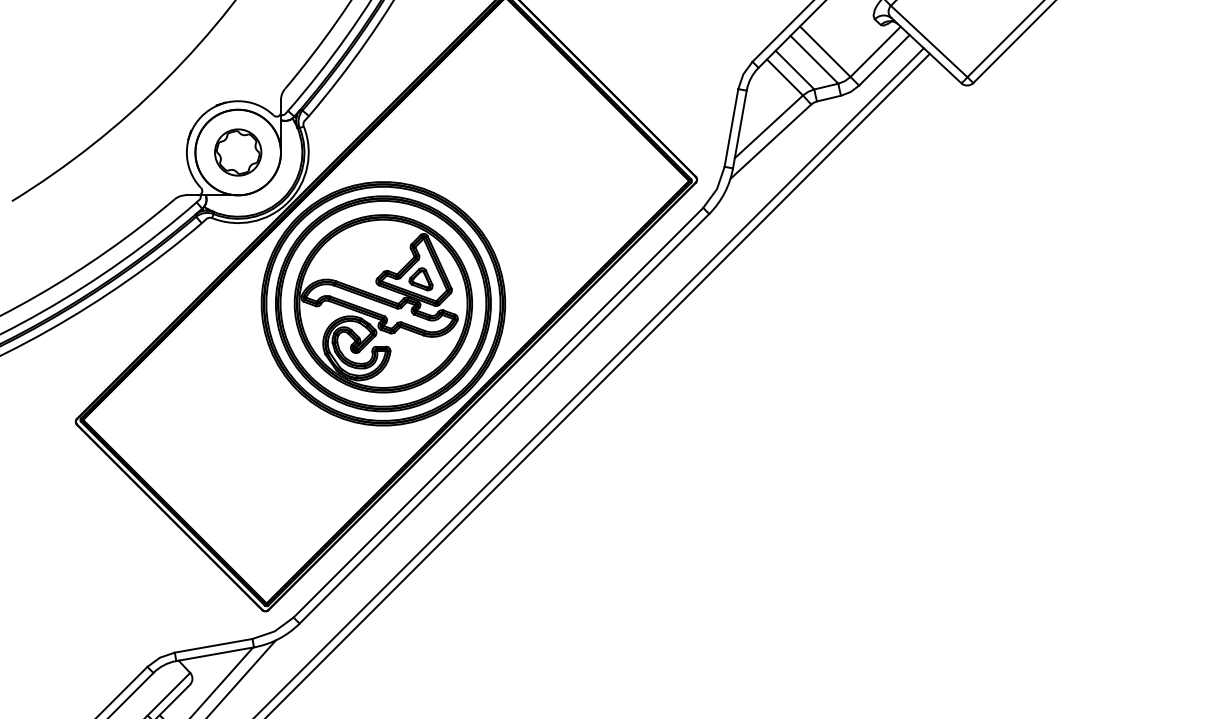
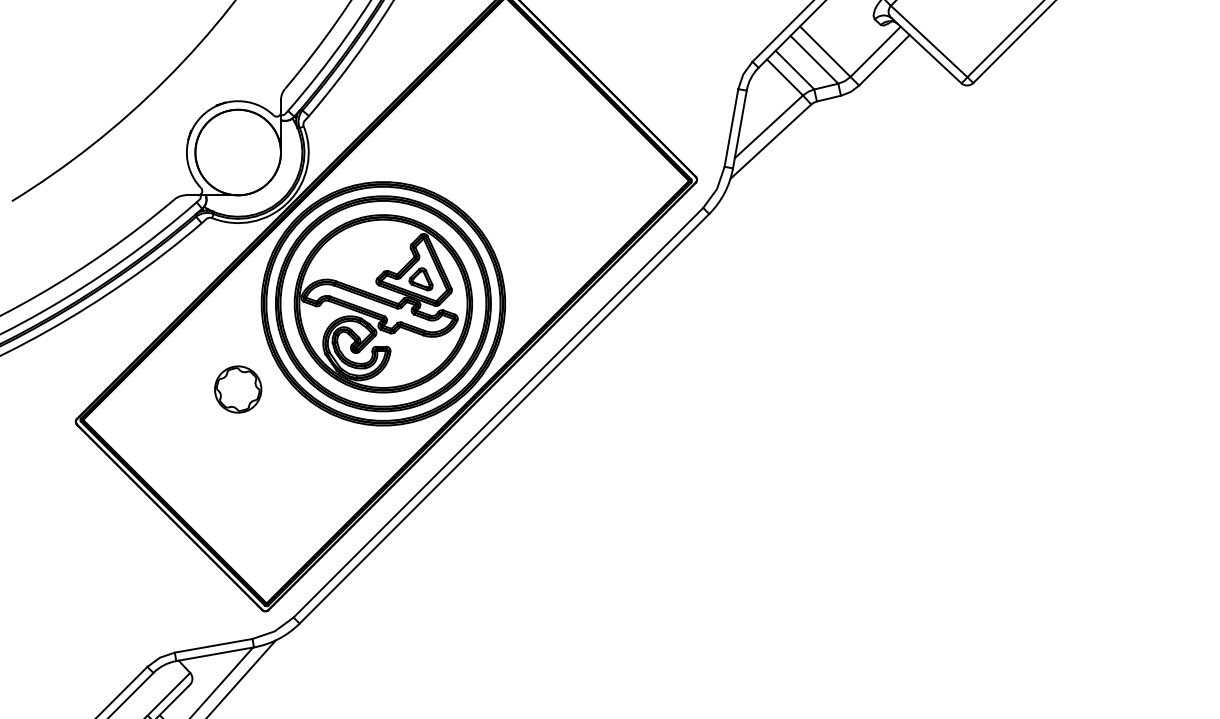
part at (238, 152) position: (238, 152) -> (238, 389)
line at (589, 381): present -> none
line at (598, 384): present -> none
